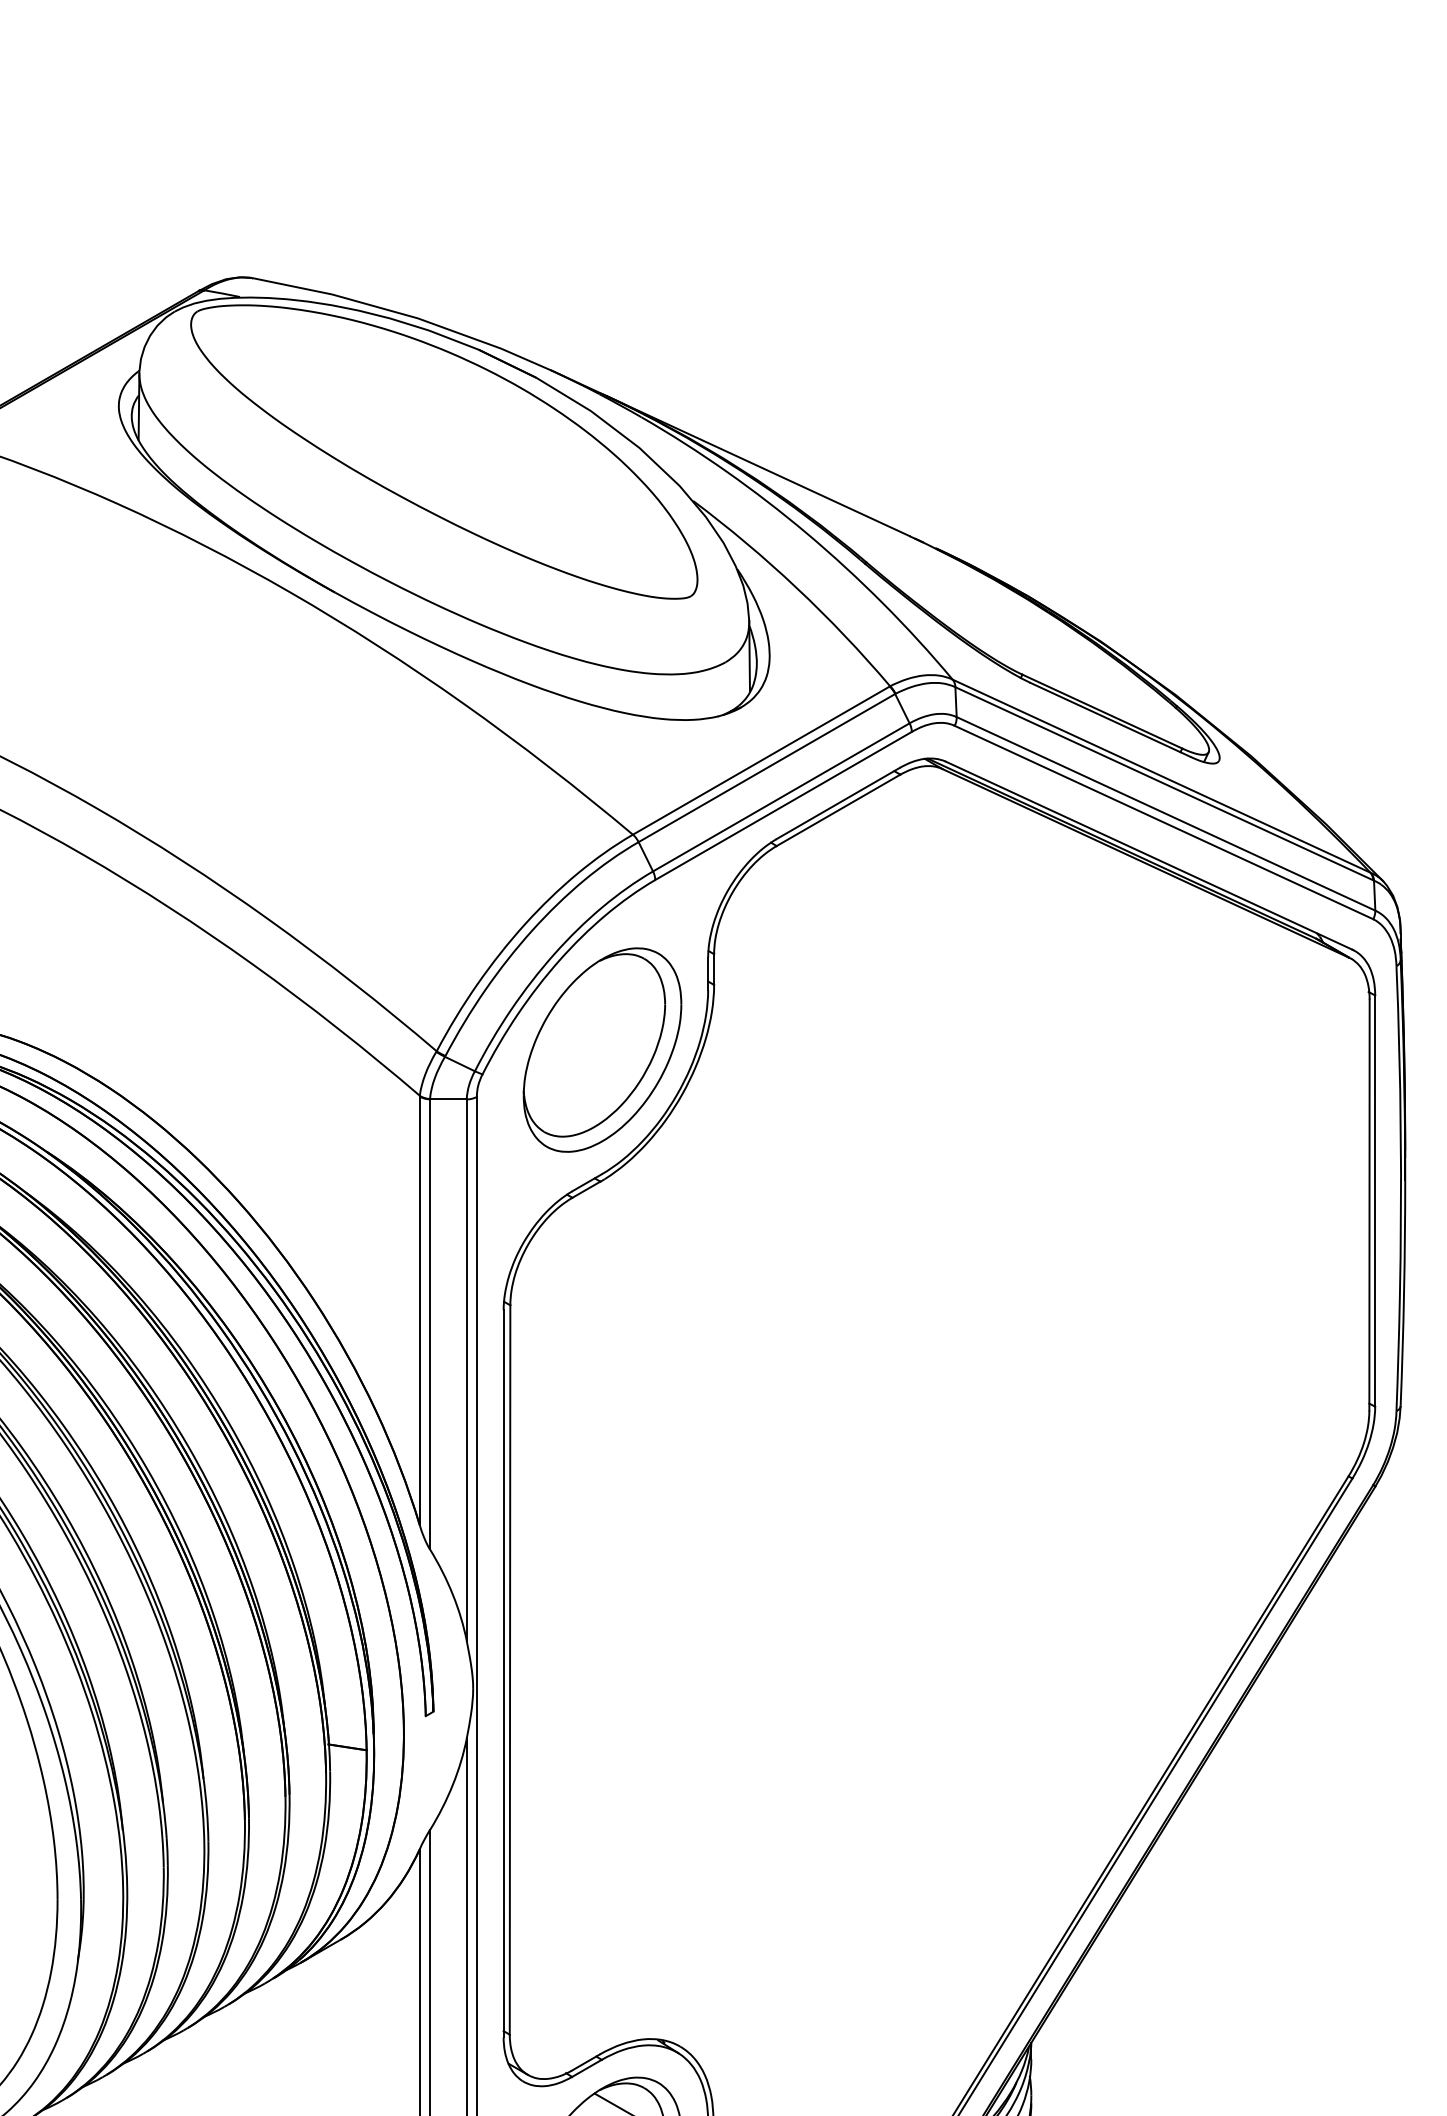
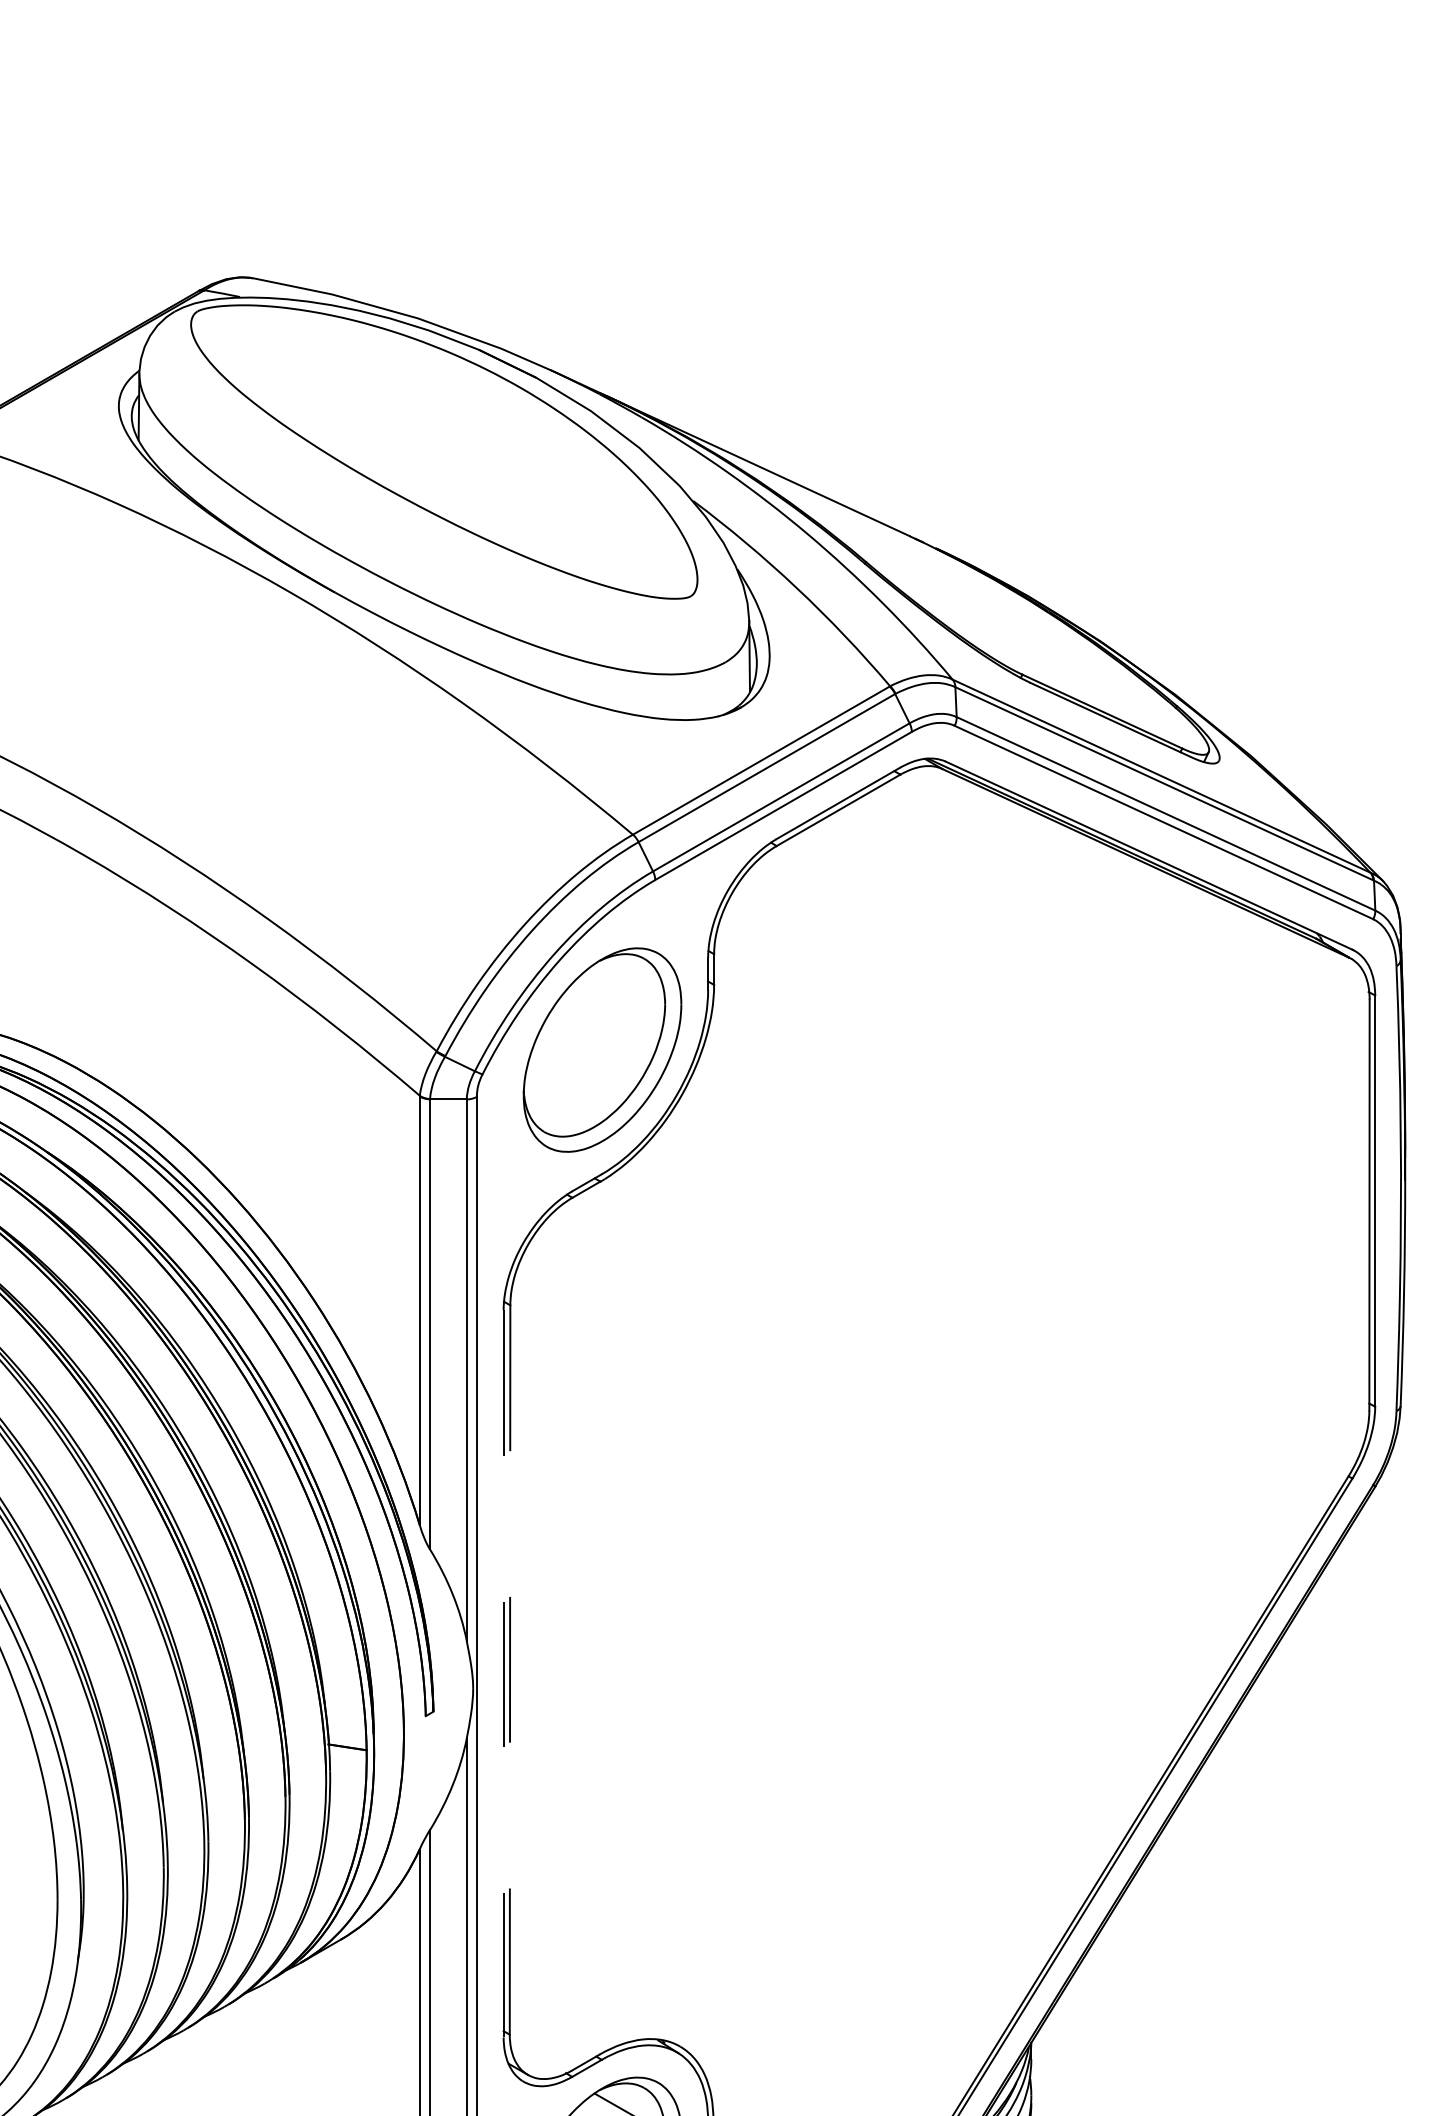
line at (510, 1670): solid -> dashed
line at (503, 1673): solid -> dashed
